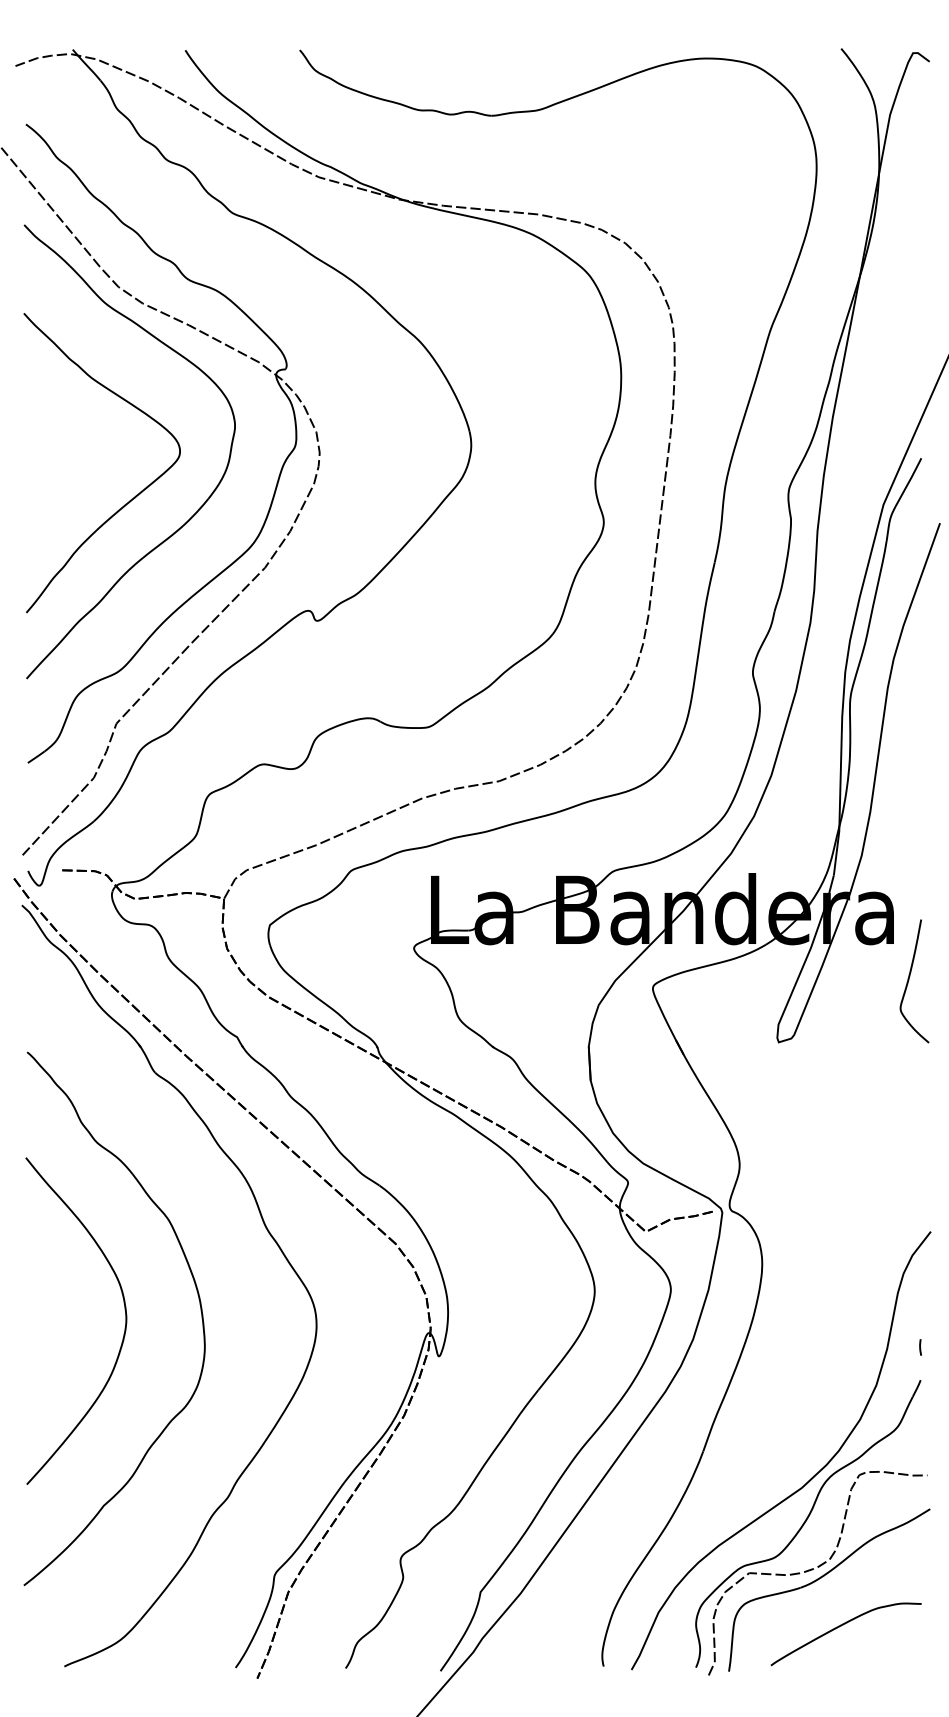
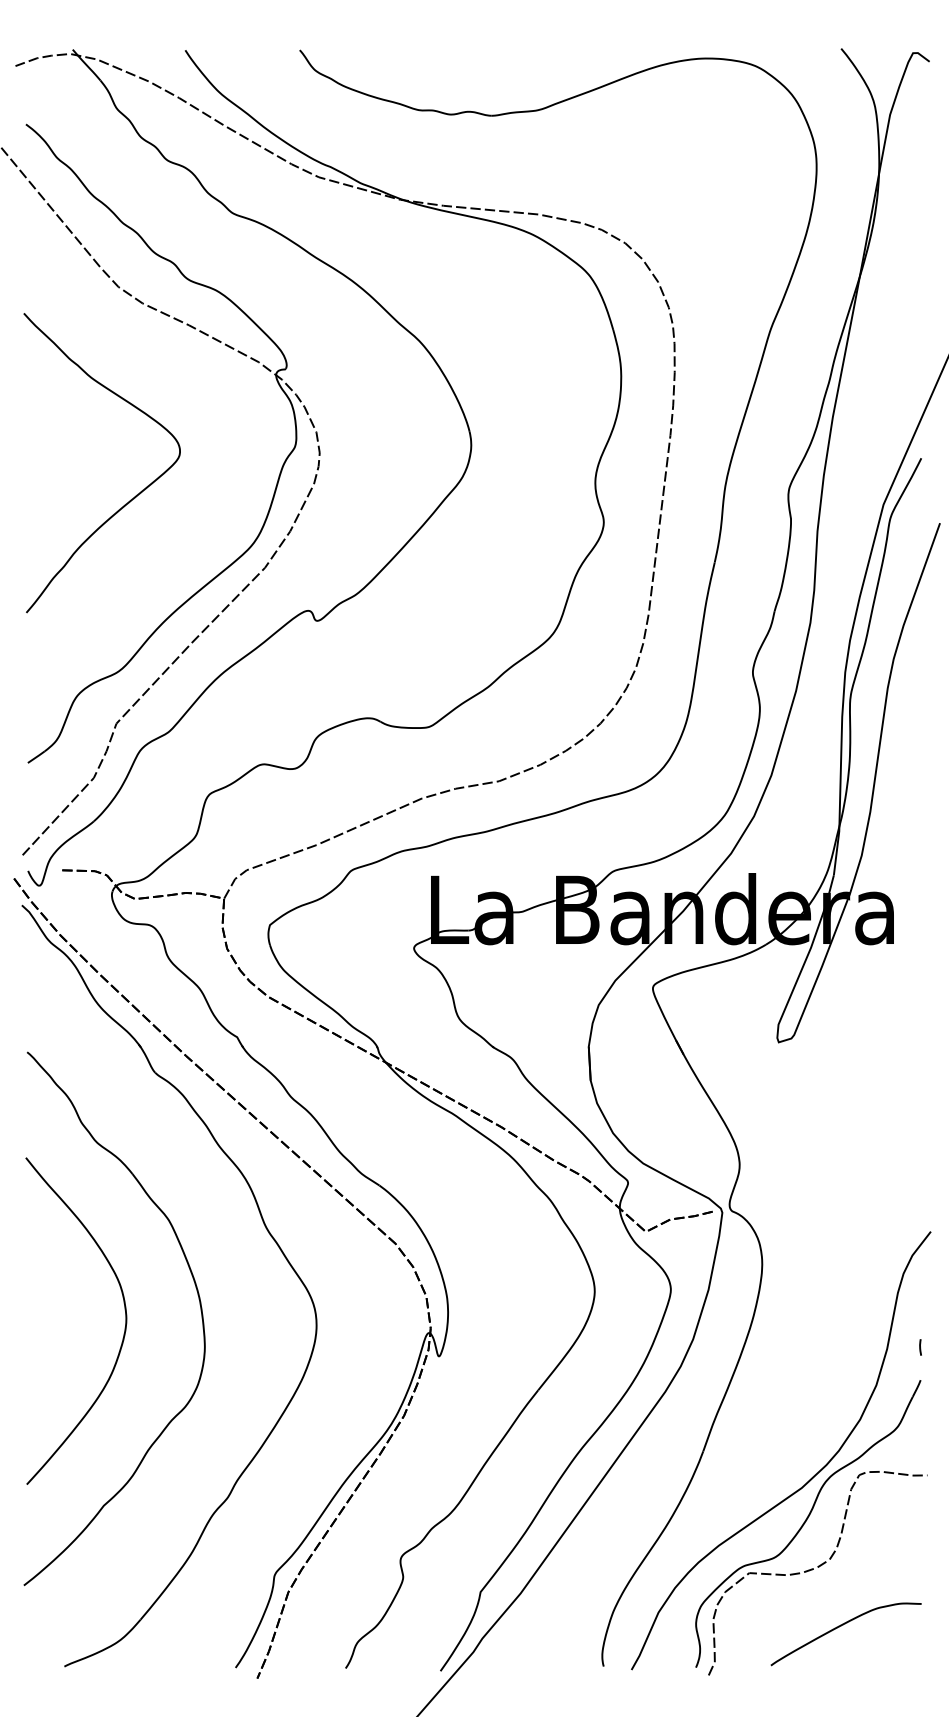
part at (198, 508): present -> none
curve at (909, 980): present -> none
part at (821, 1578): present -> none
